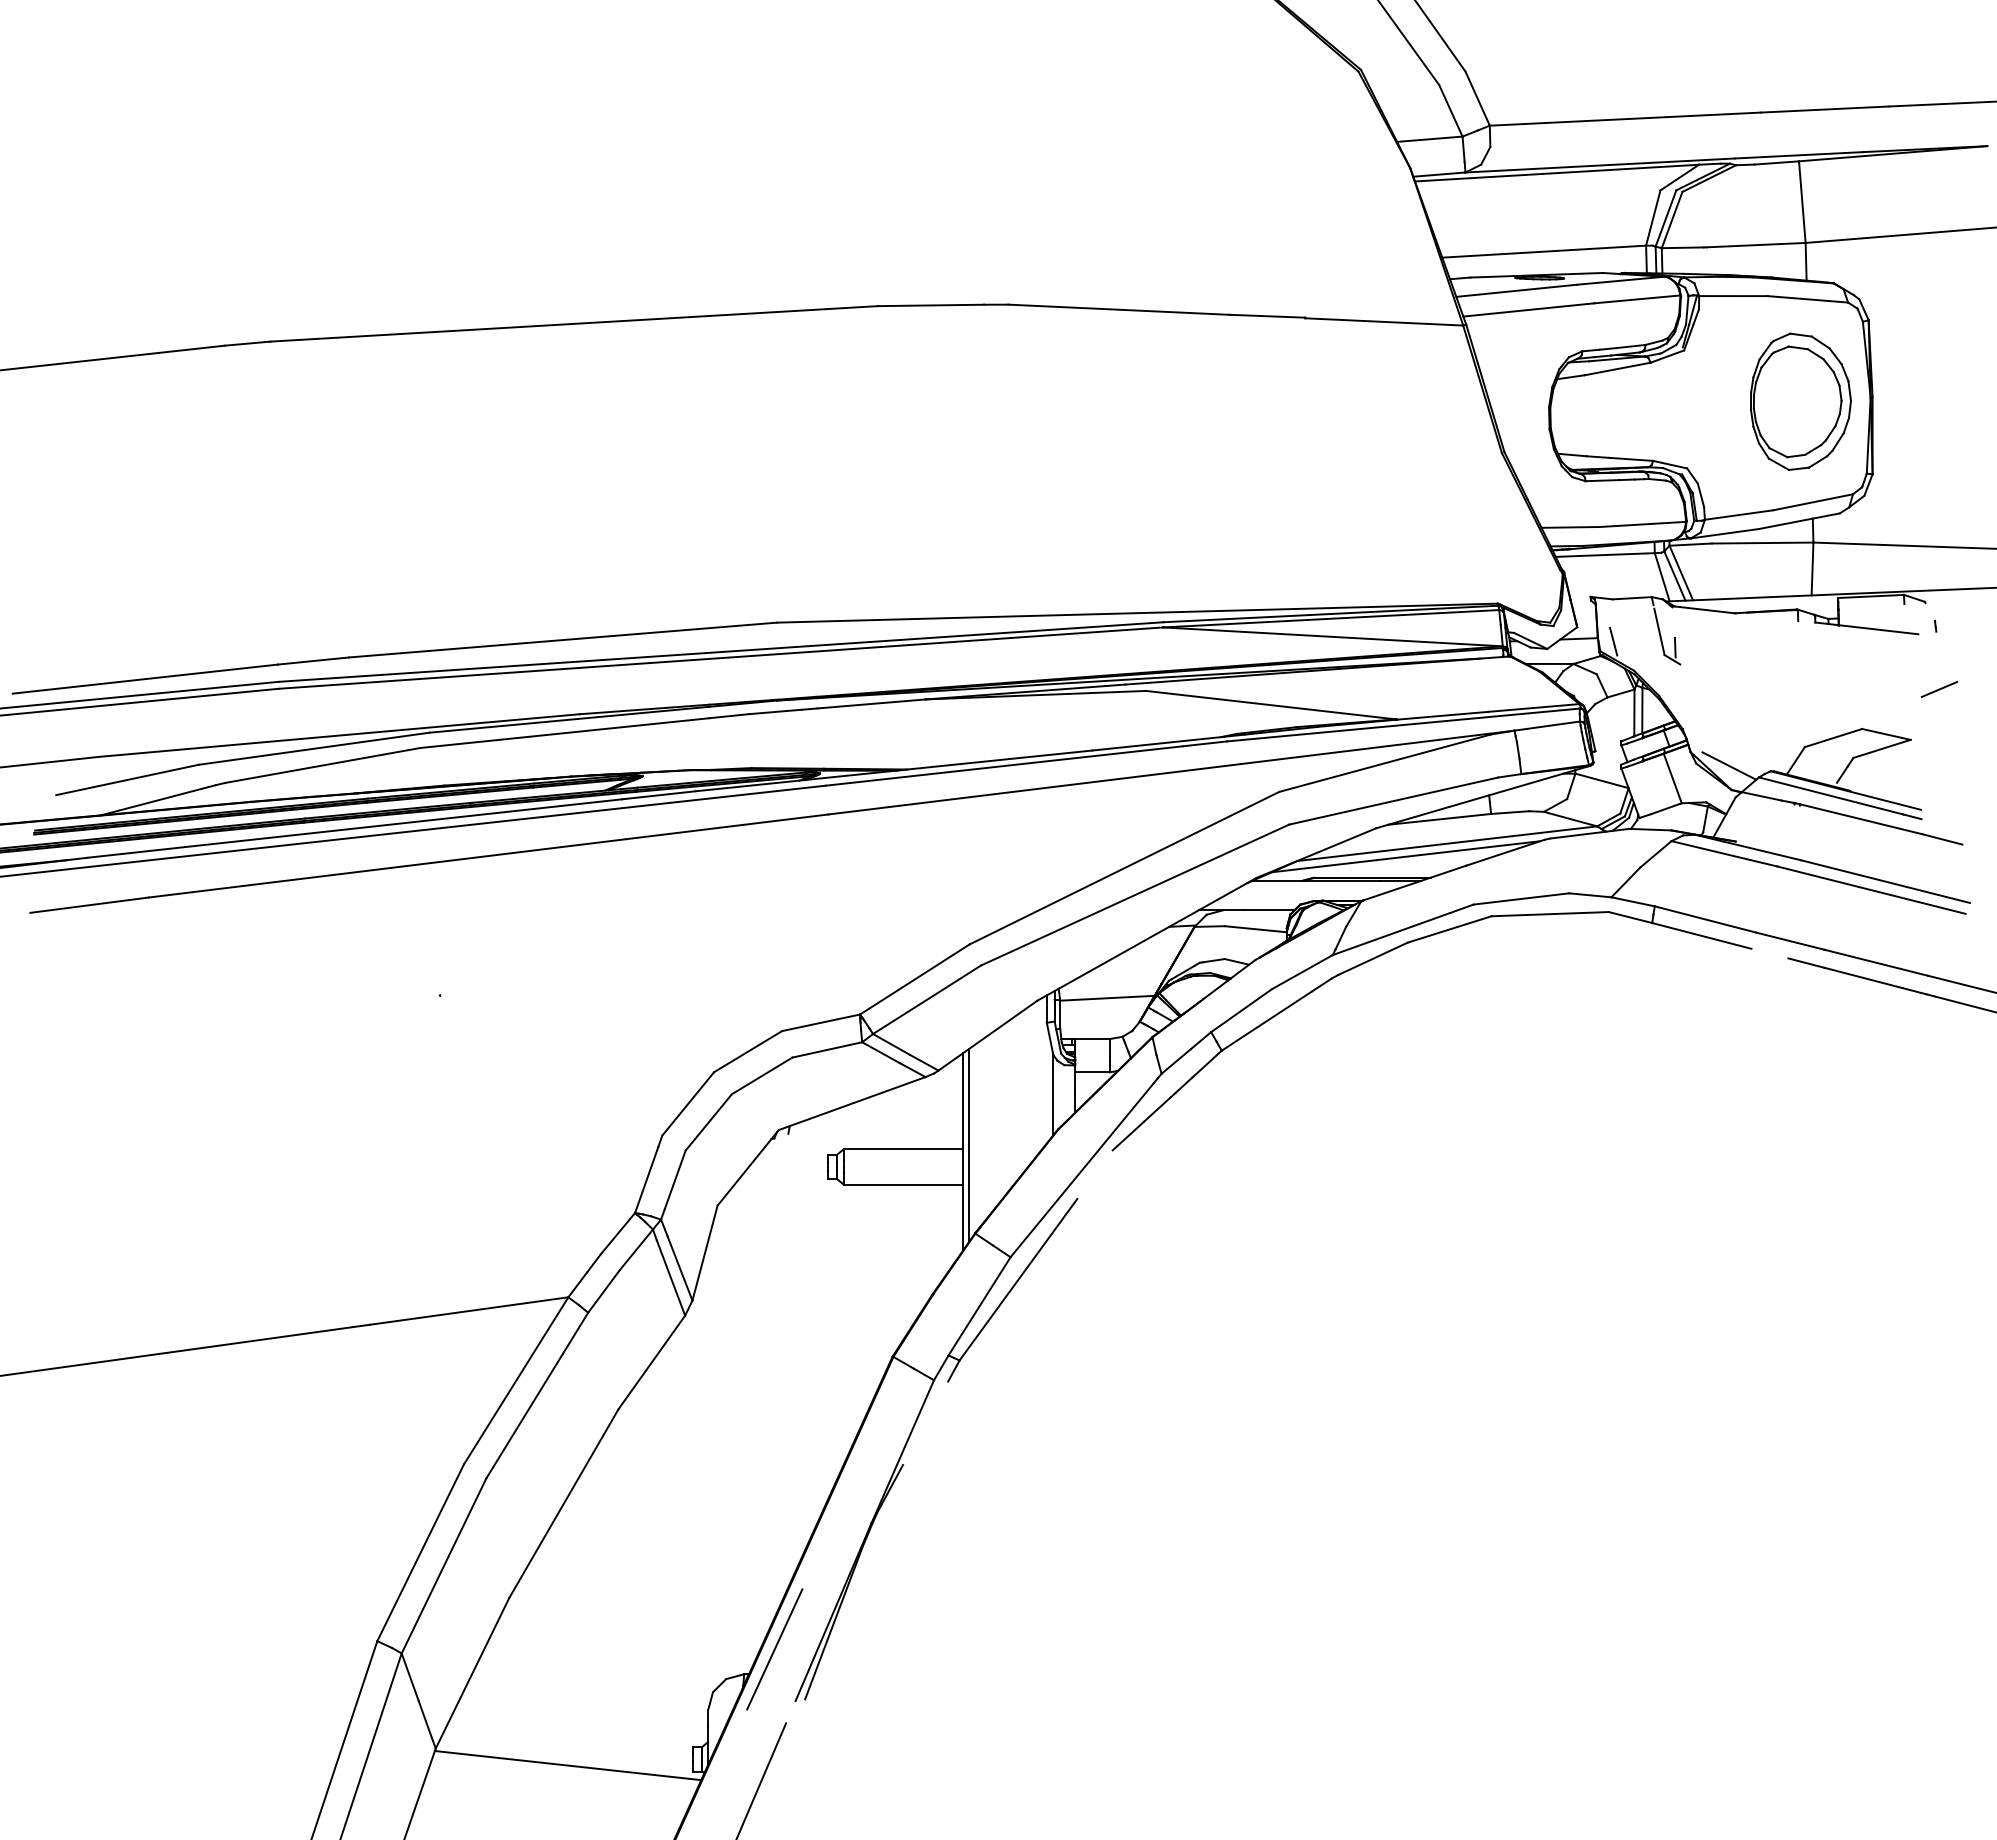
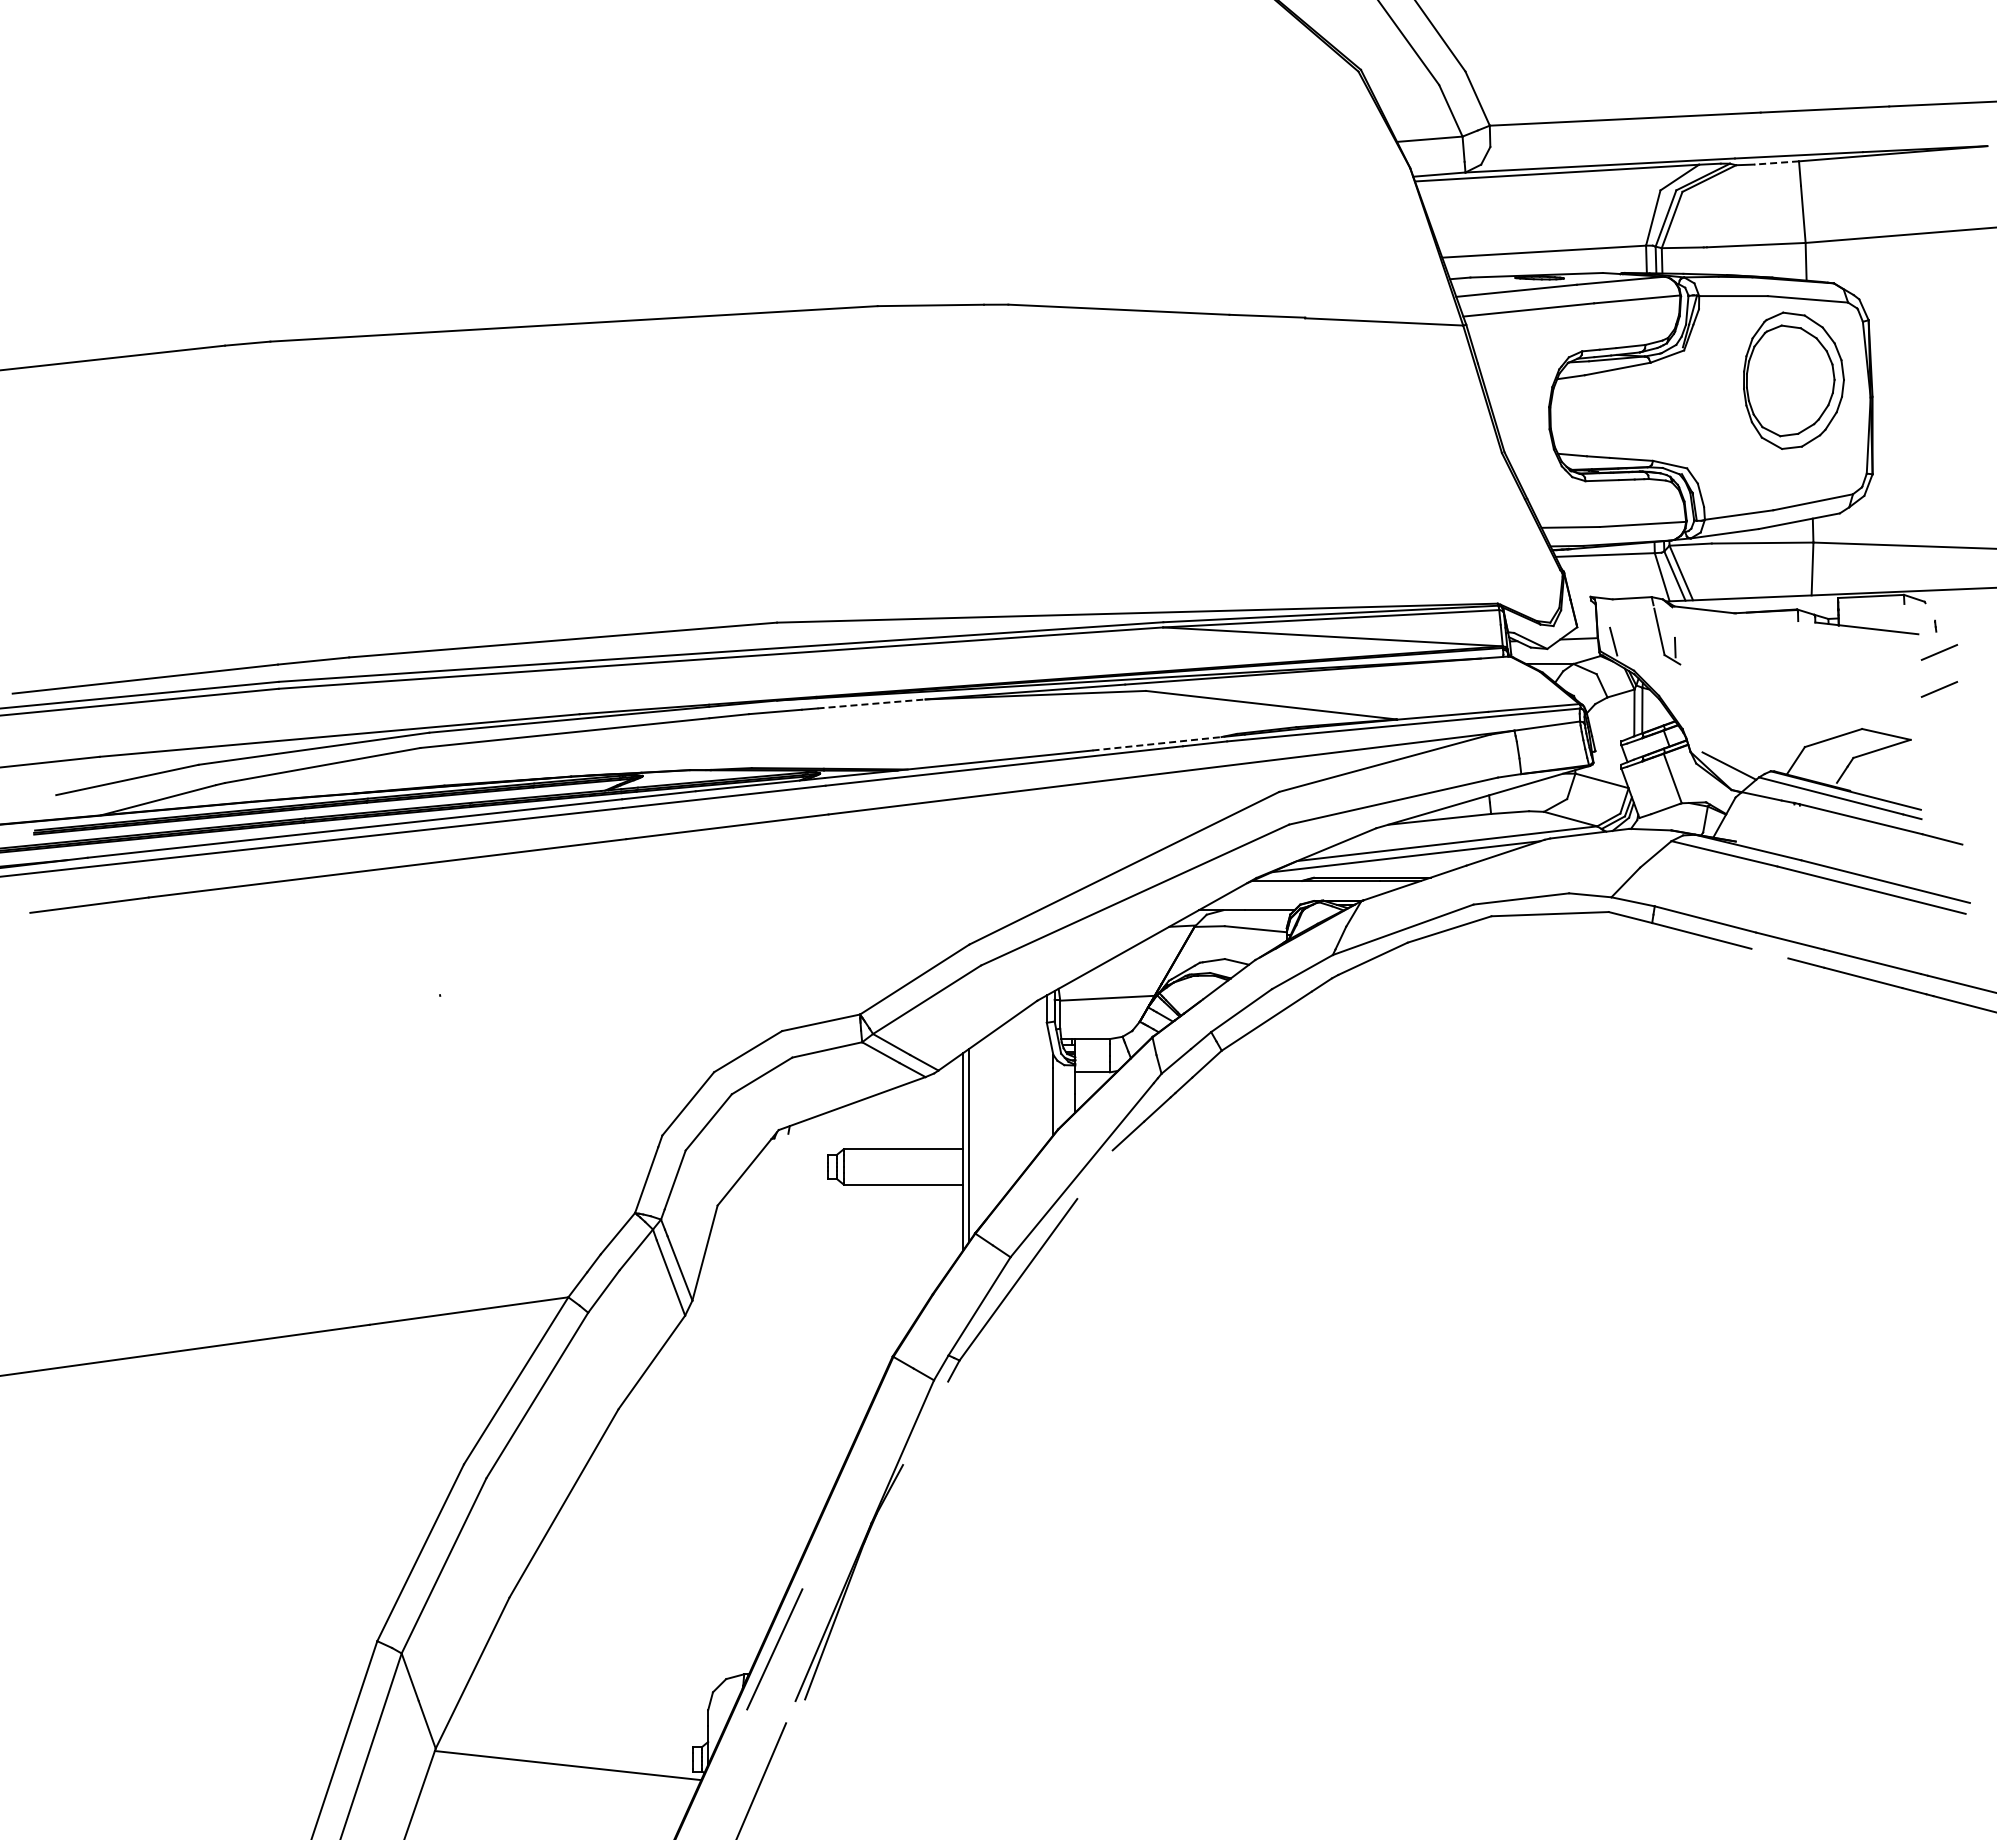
line at (1776, 163): solid -> dashed
part at (1800, 401) position: (1800, 401) -> (1793, 380)
line at (1939, 652): none -> present
line at (872, 703): solid -> dashed
line at (1158, 743): solid -> dashed
